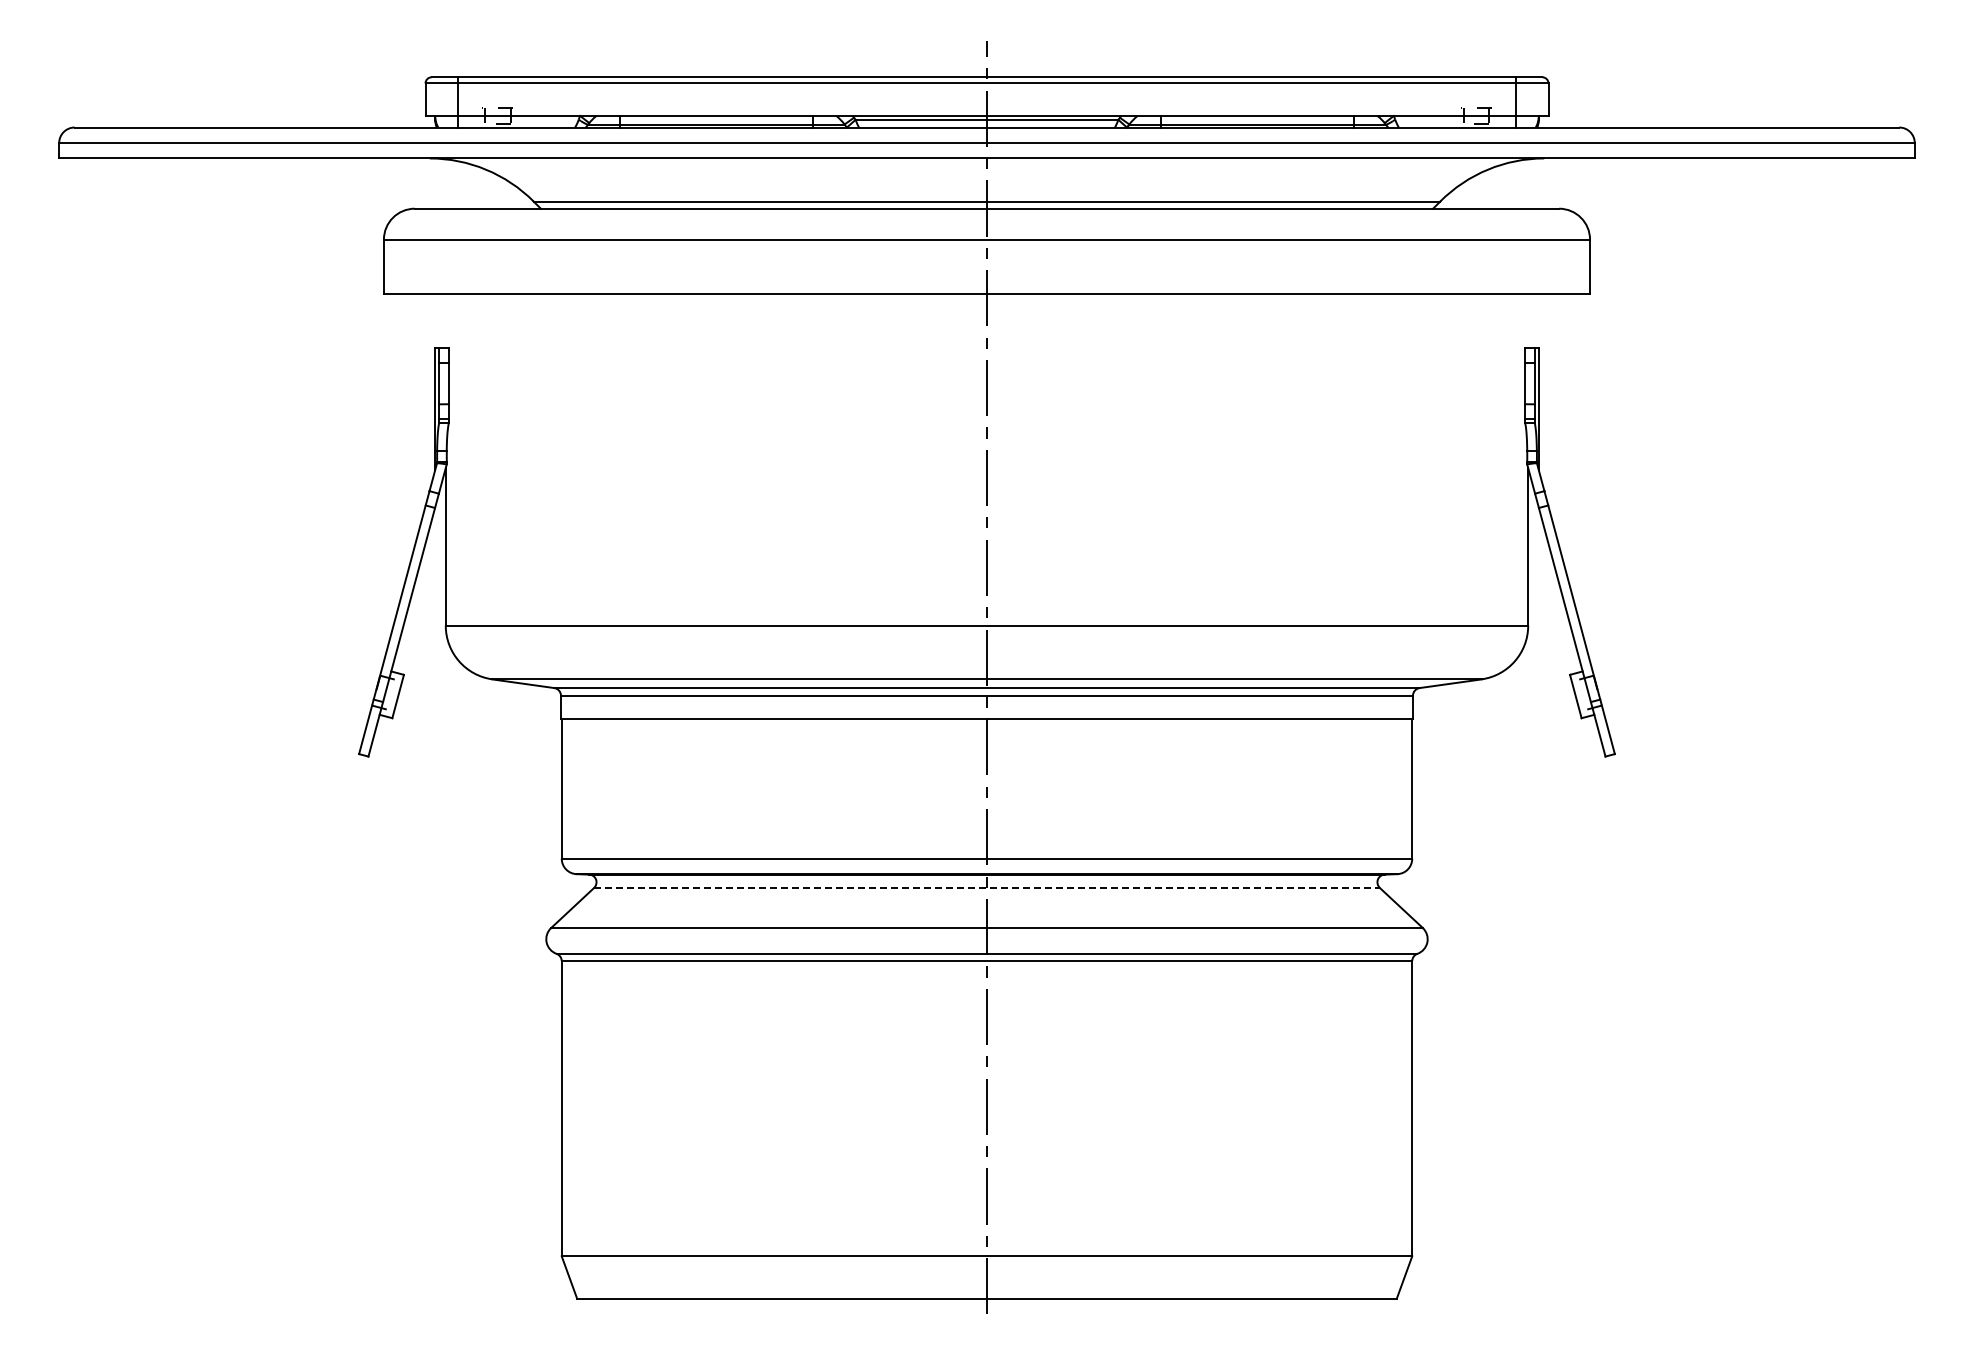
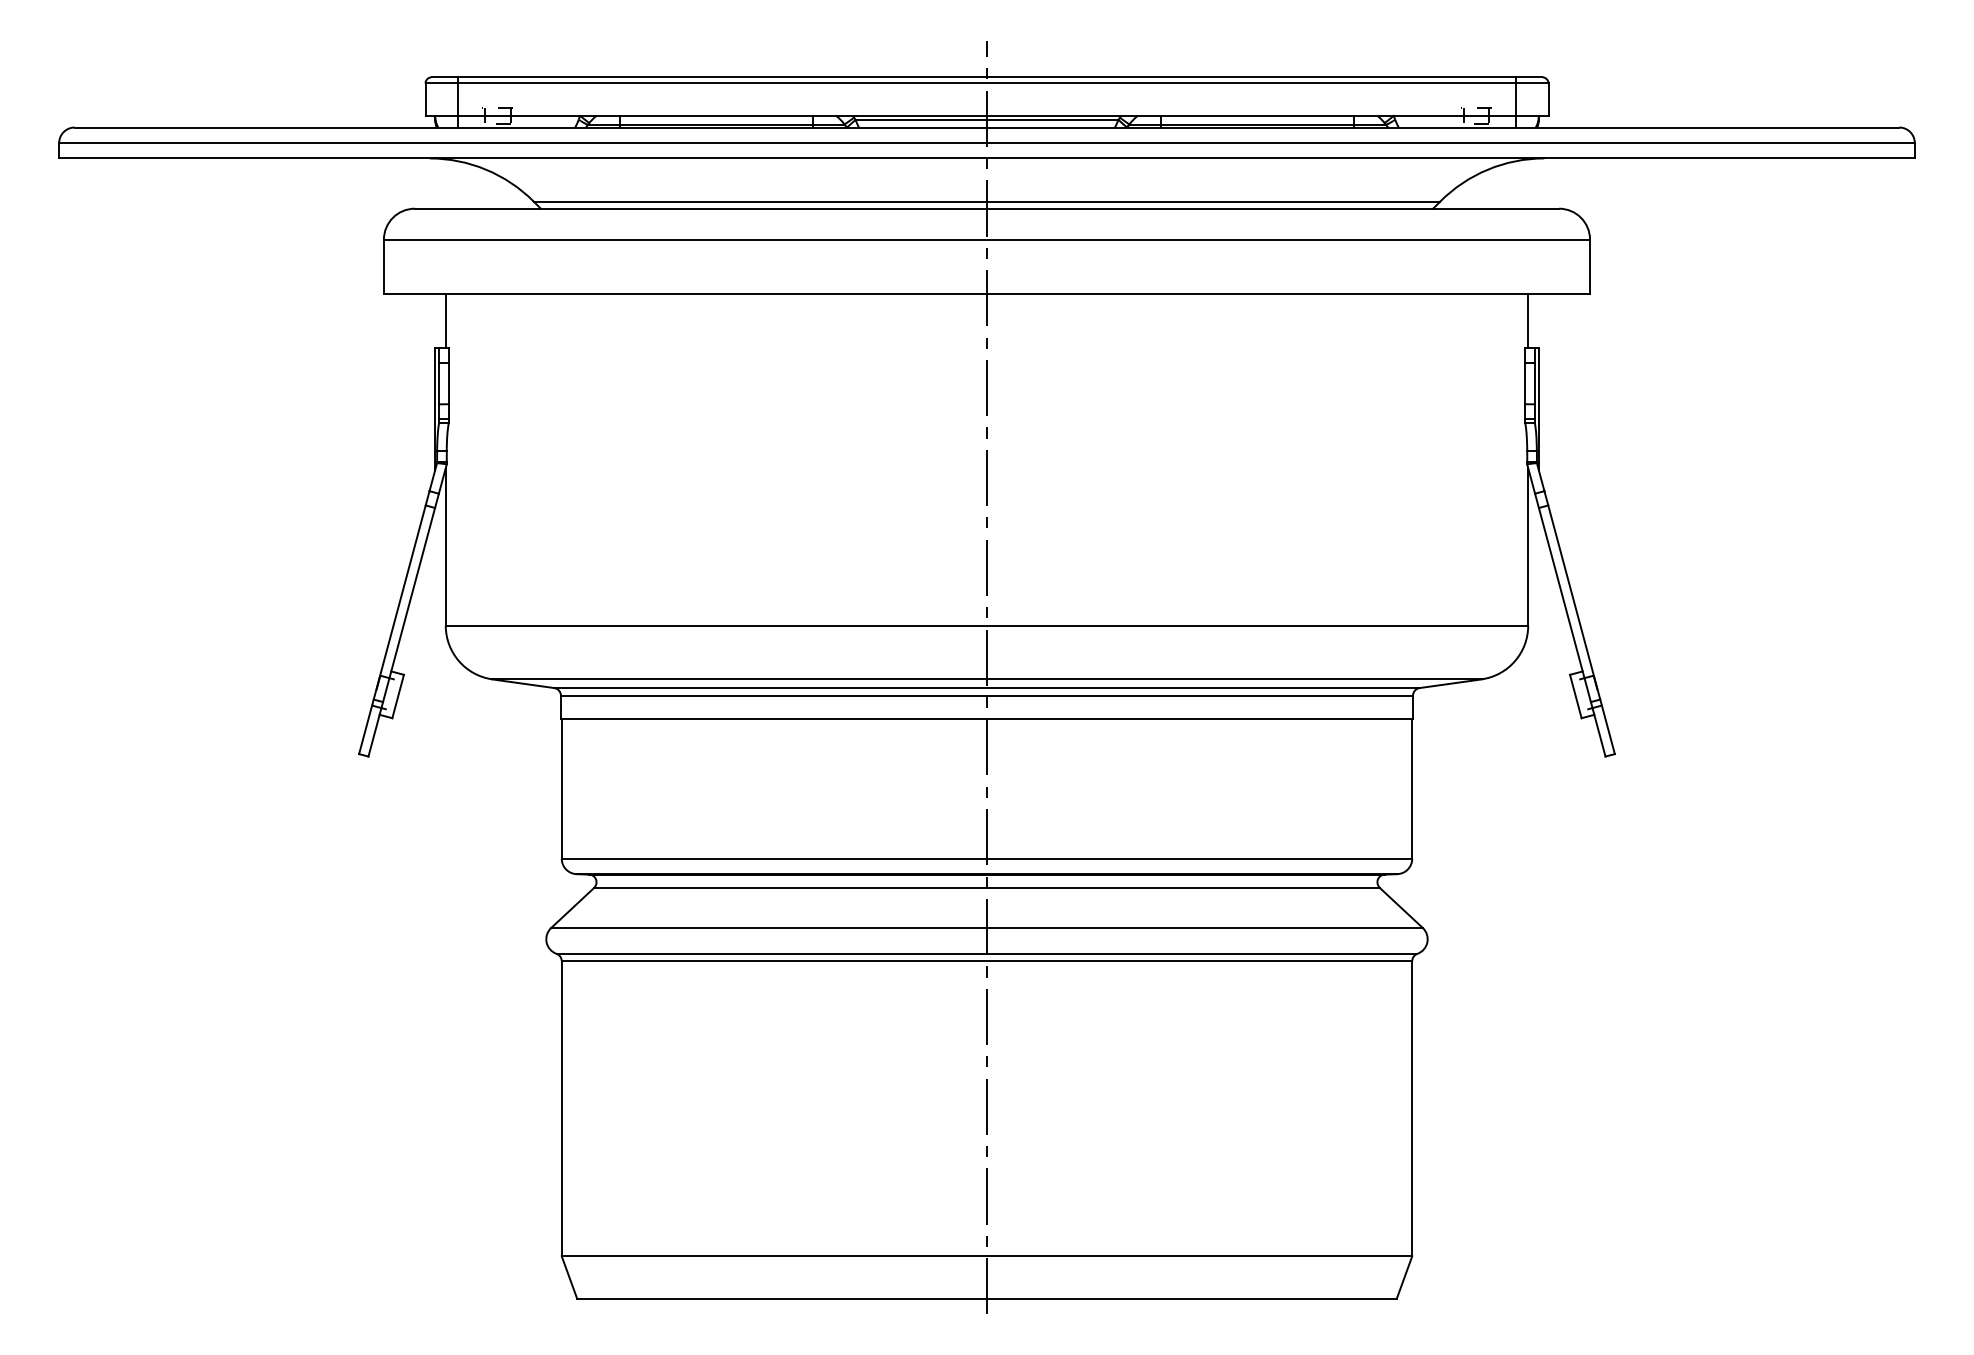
line at (445, 320): none -> present
line at (1528, 320): none -> present
line at (986, 888): dashed -> solid
